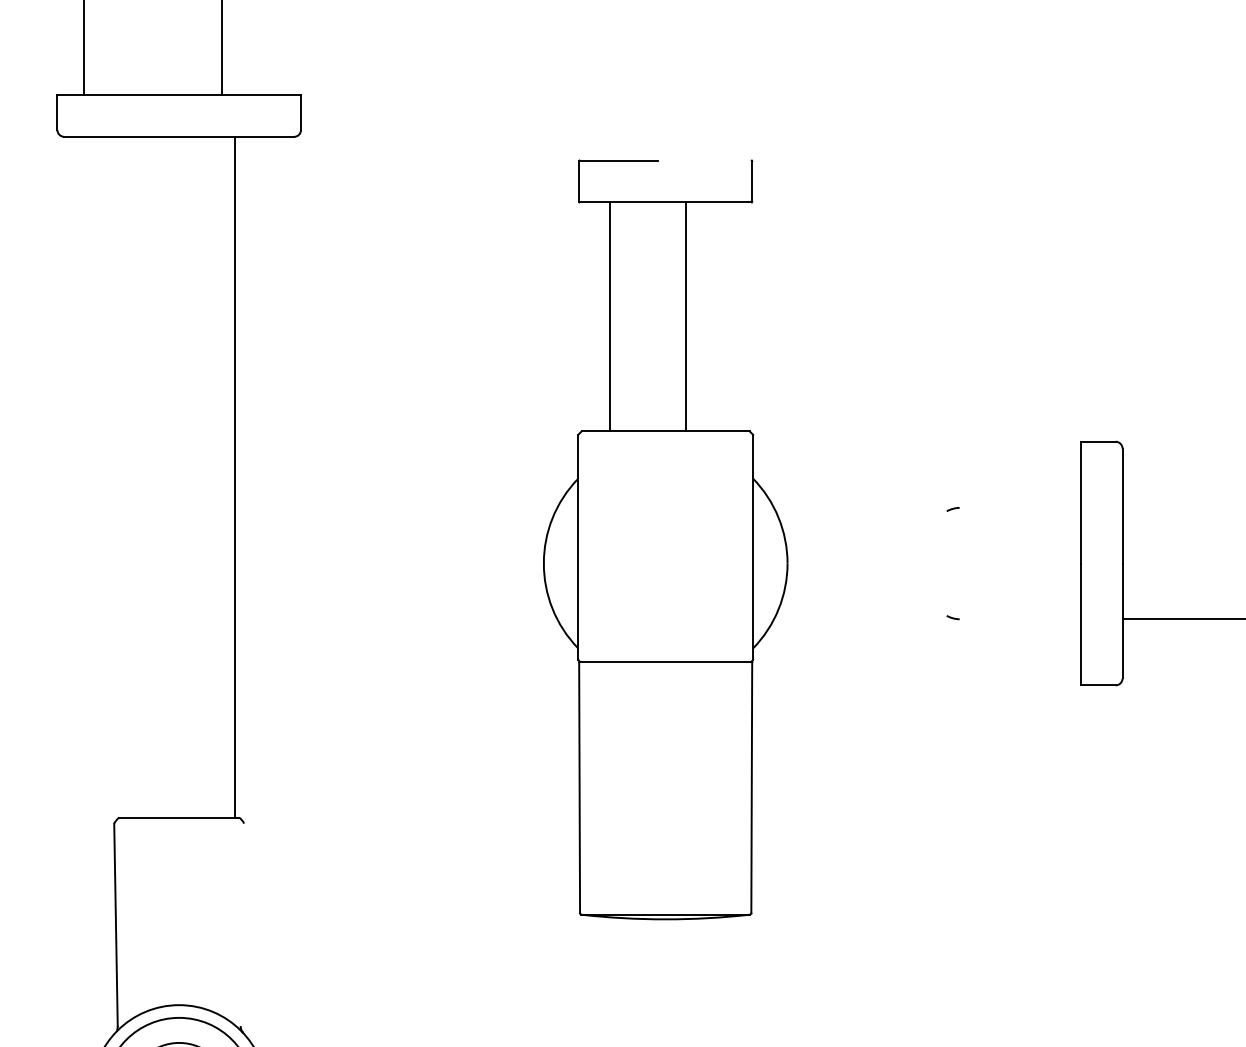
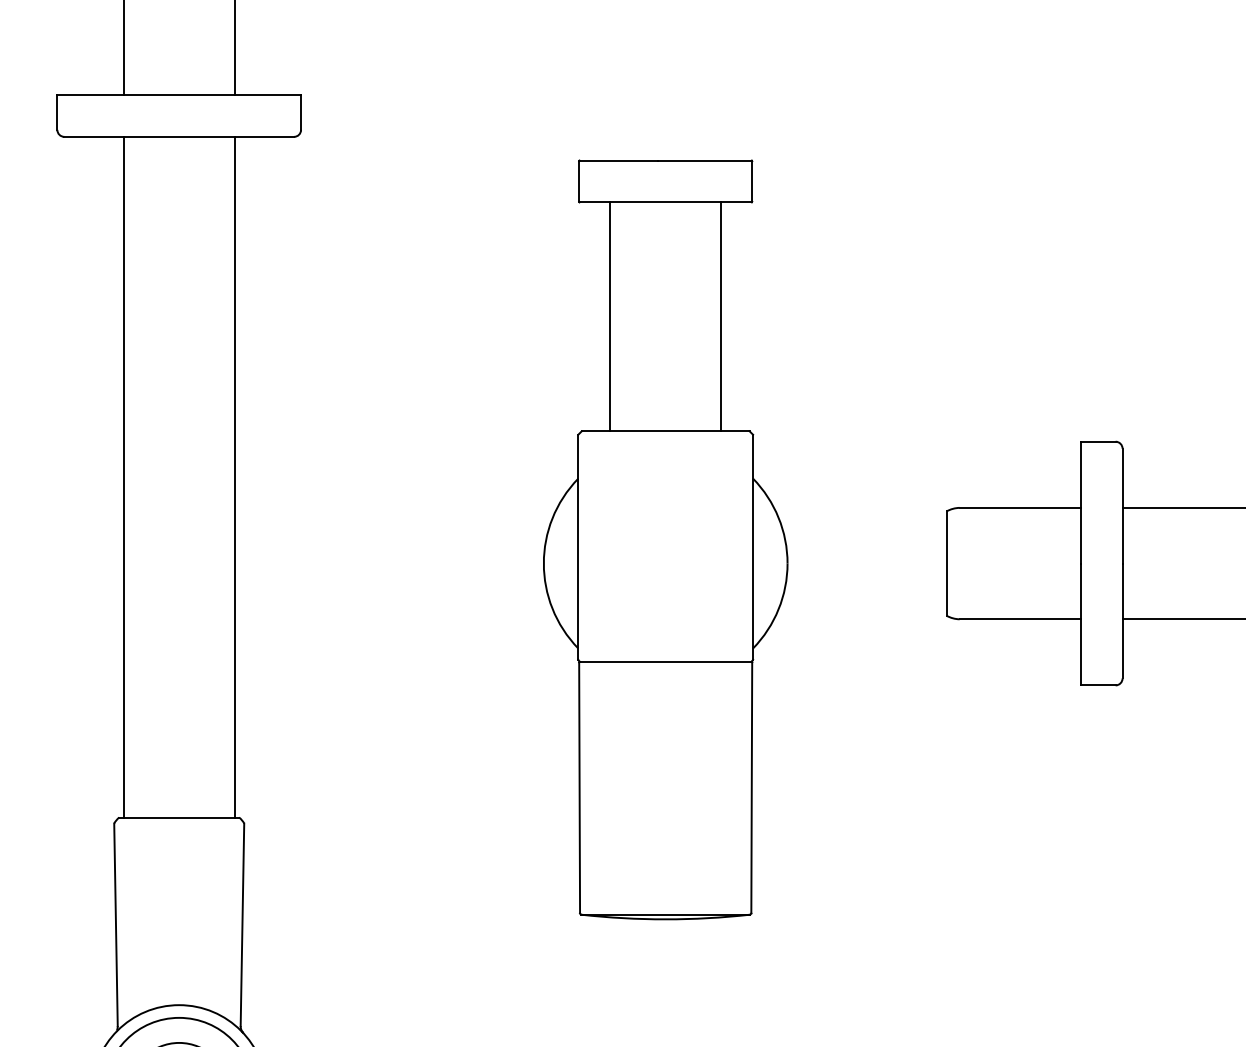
line at (83, 48) position: (83, 48) -> (123, 48)
line at (221, 48) position: (221, 48) -> (234, 48)
line at (704, 160): none -> present
line at (686, 316) position: (686, 316) -> (721, 316)
line at (123, 476): none -> present
line at (1019, 507): none -> present
line at (1182, 507): none -> present
line at (946, 563): none -> present
line at (1019, 619): none -> present
line at (242, 924): none -> present
